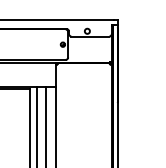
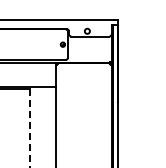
line at (36, 125): present -> none
line at (46, 125): present -> none
line at (30, 128): solid -> dashed
